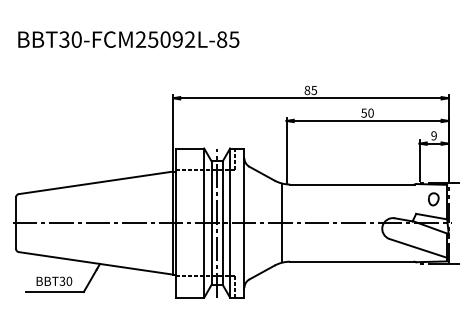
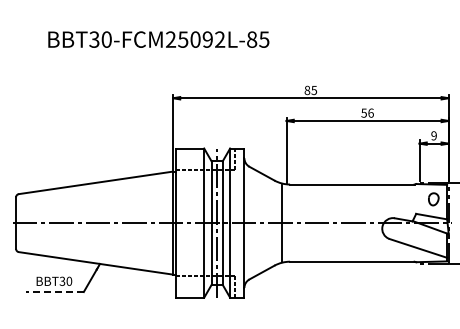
text at (128, 39) position: (128, 39) -> (158, 39)
text at (370, 112): 50 -> 56
line at (55, 292): solid -> dashed
